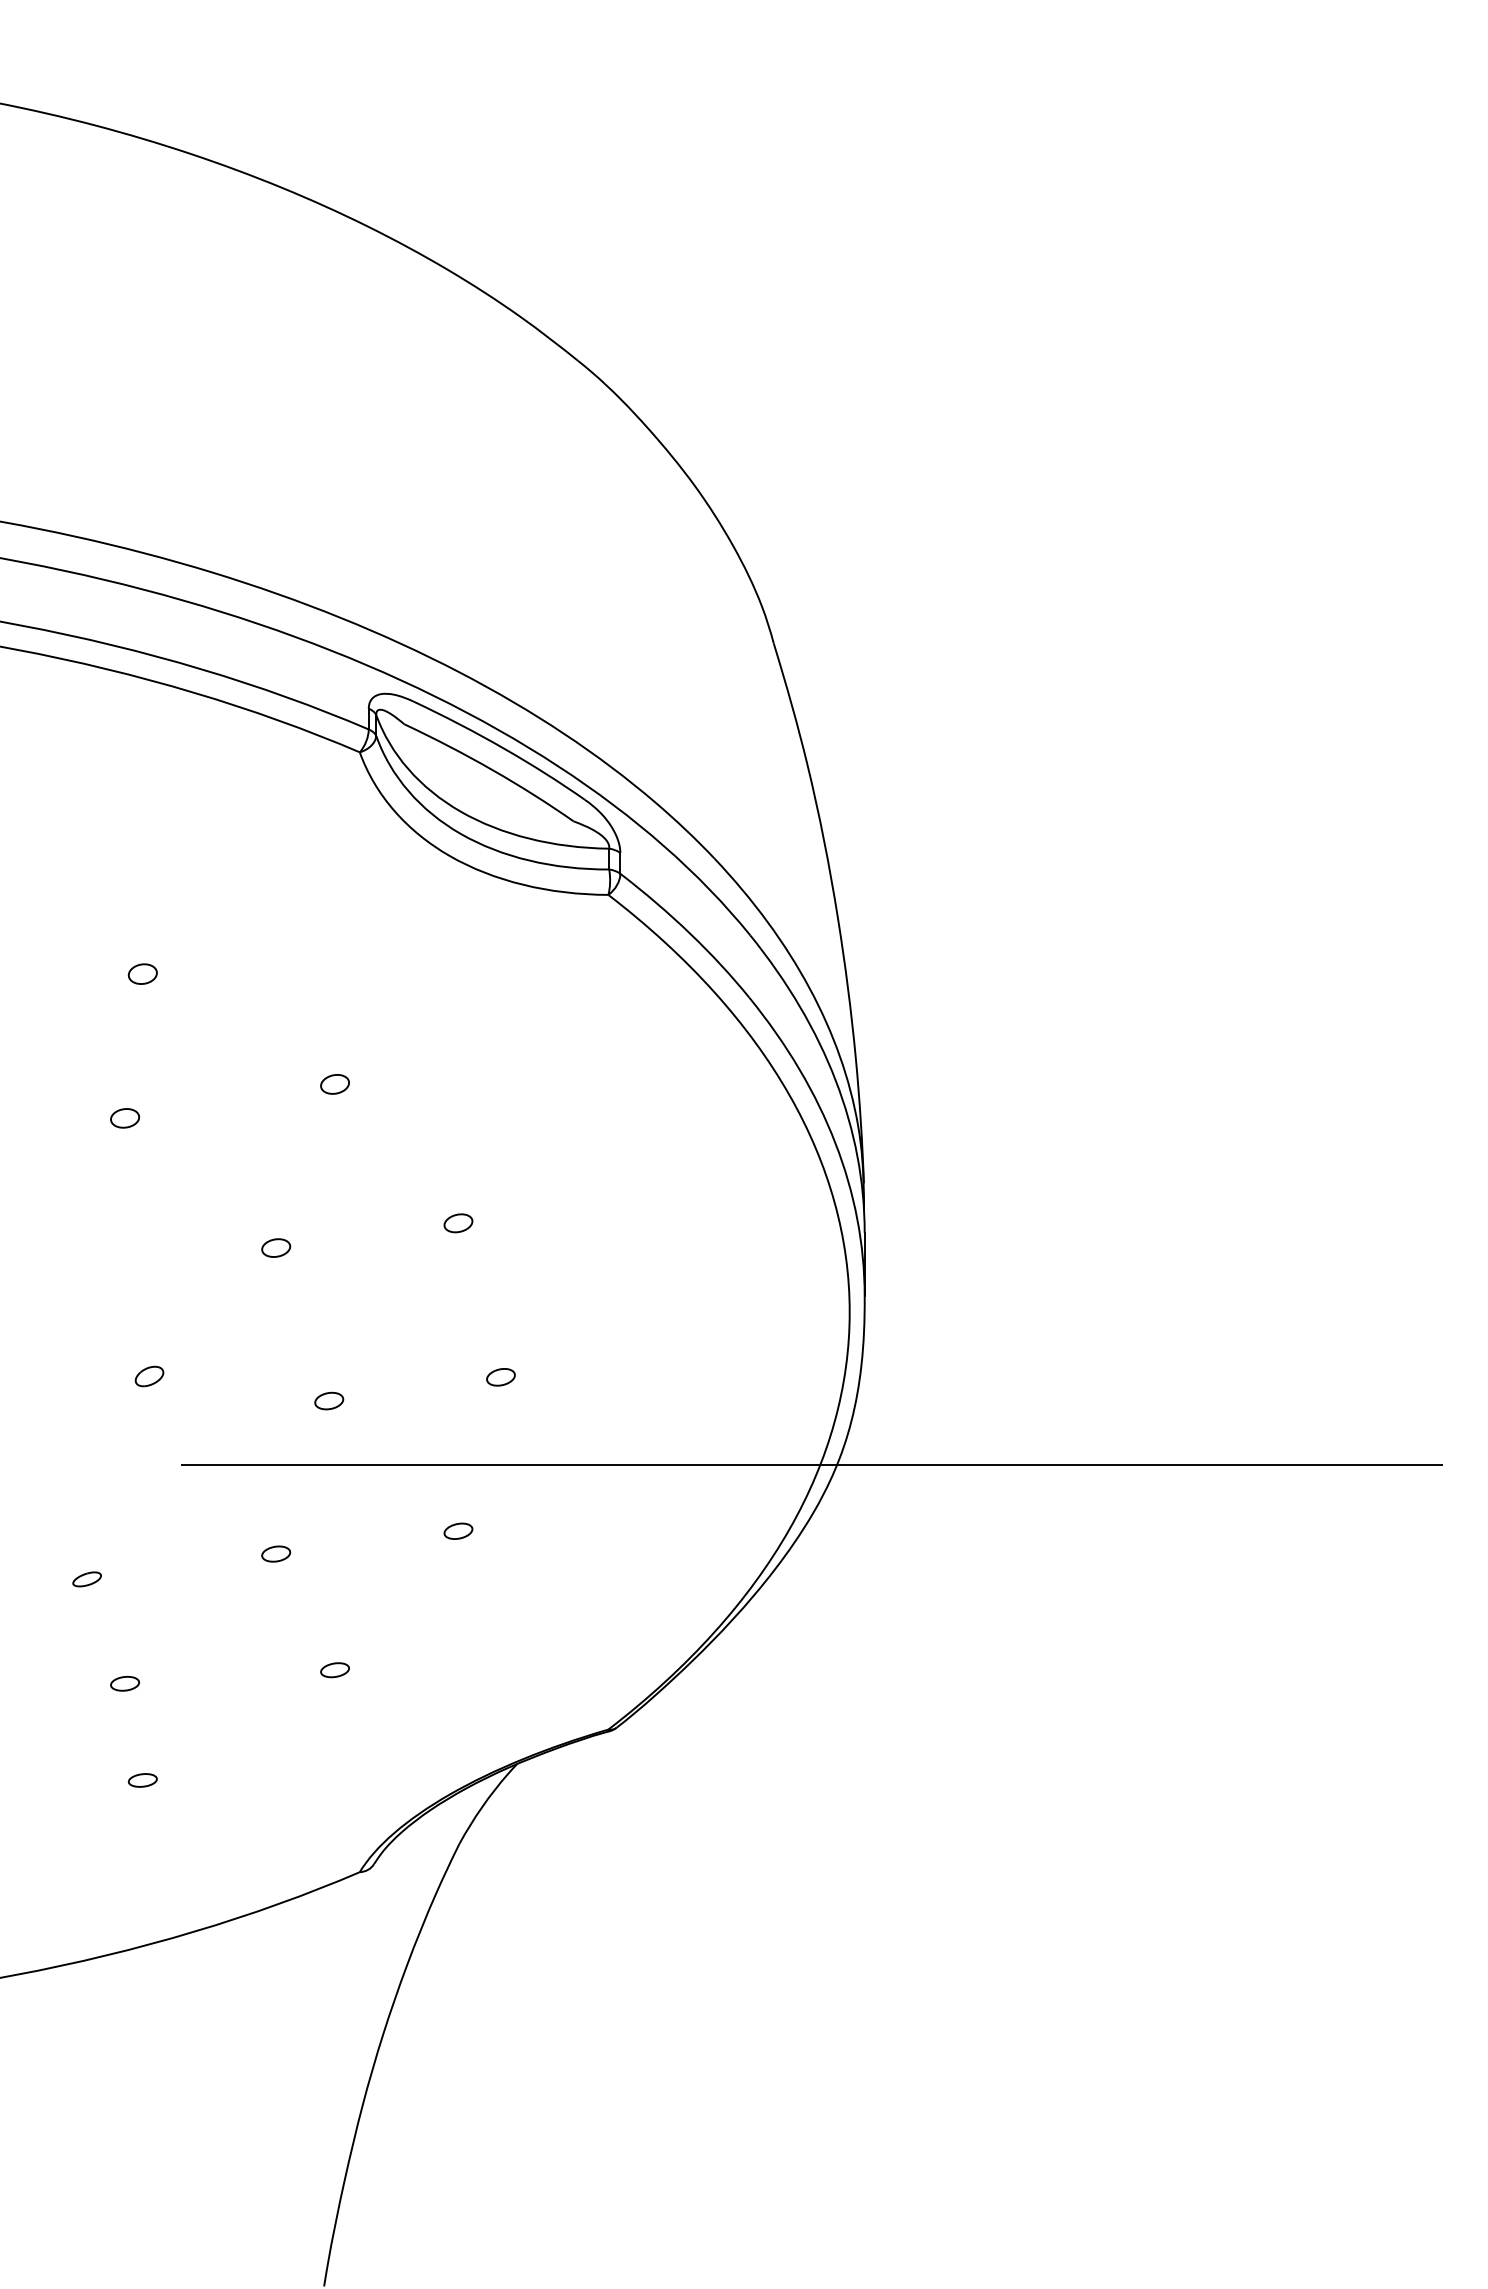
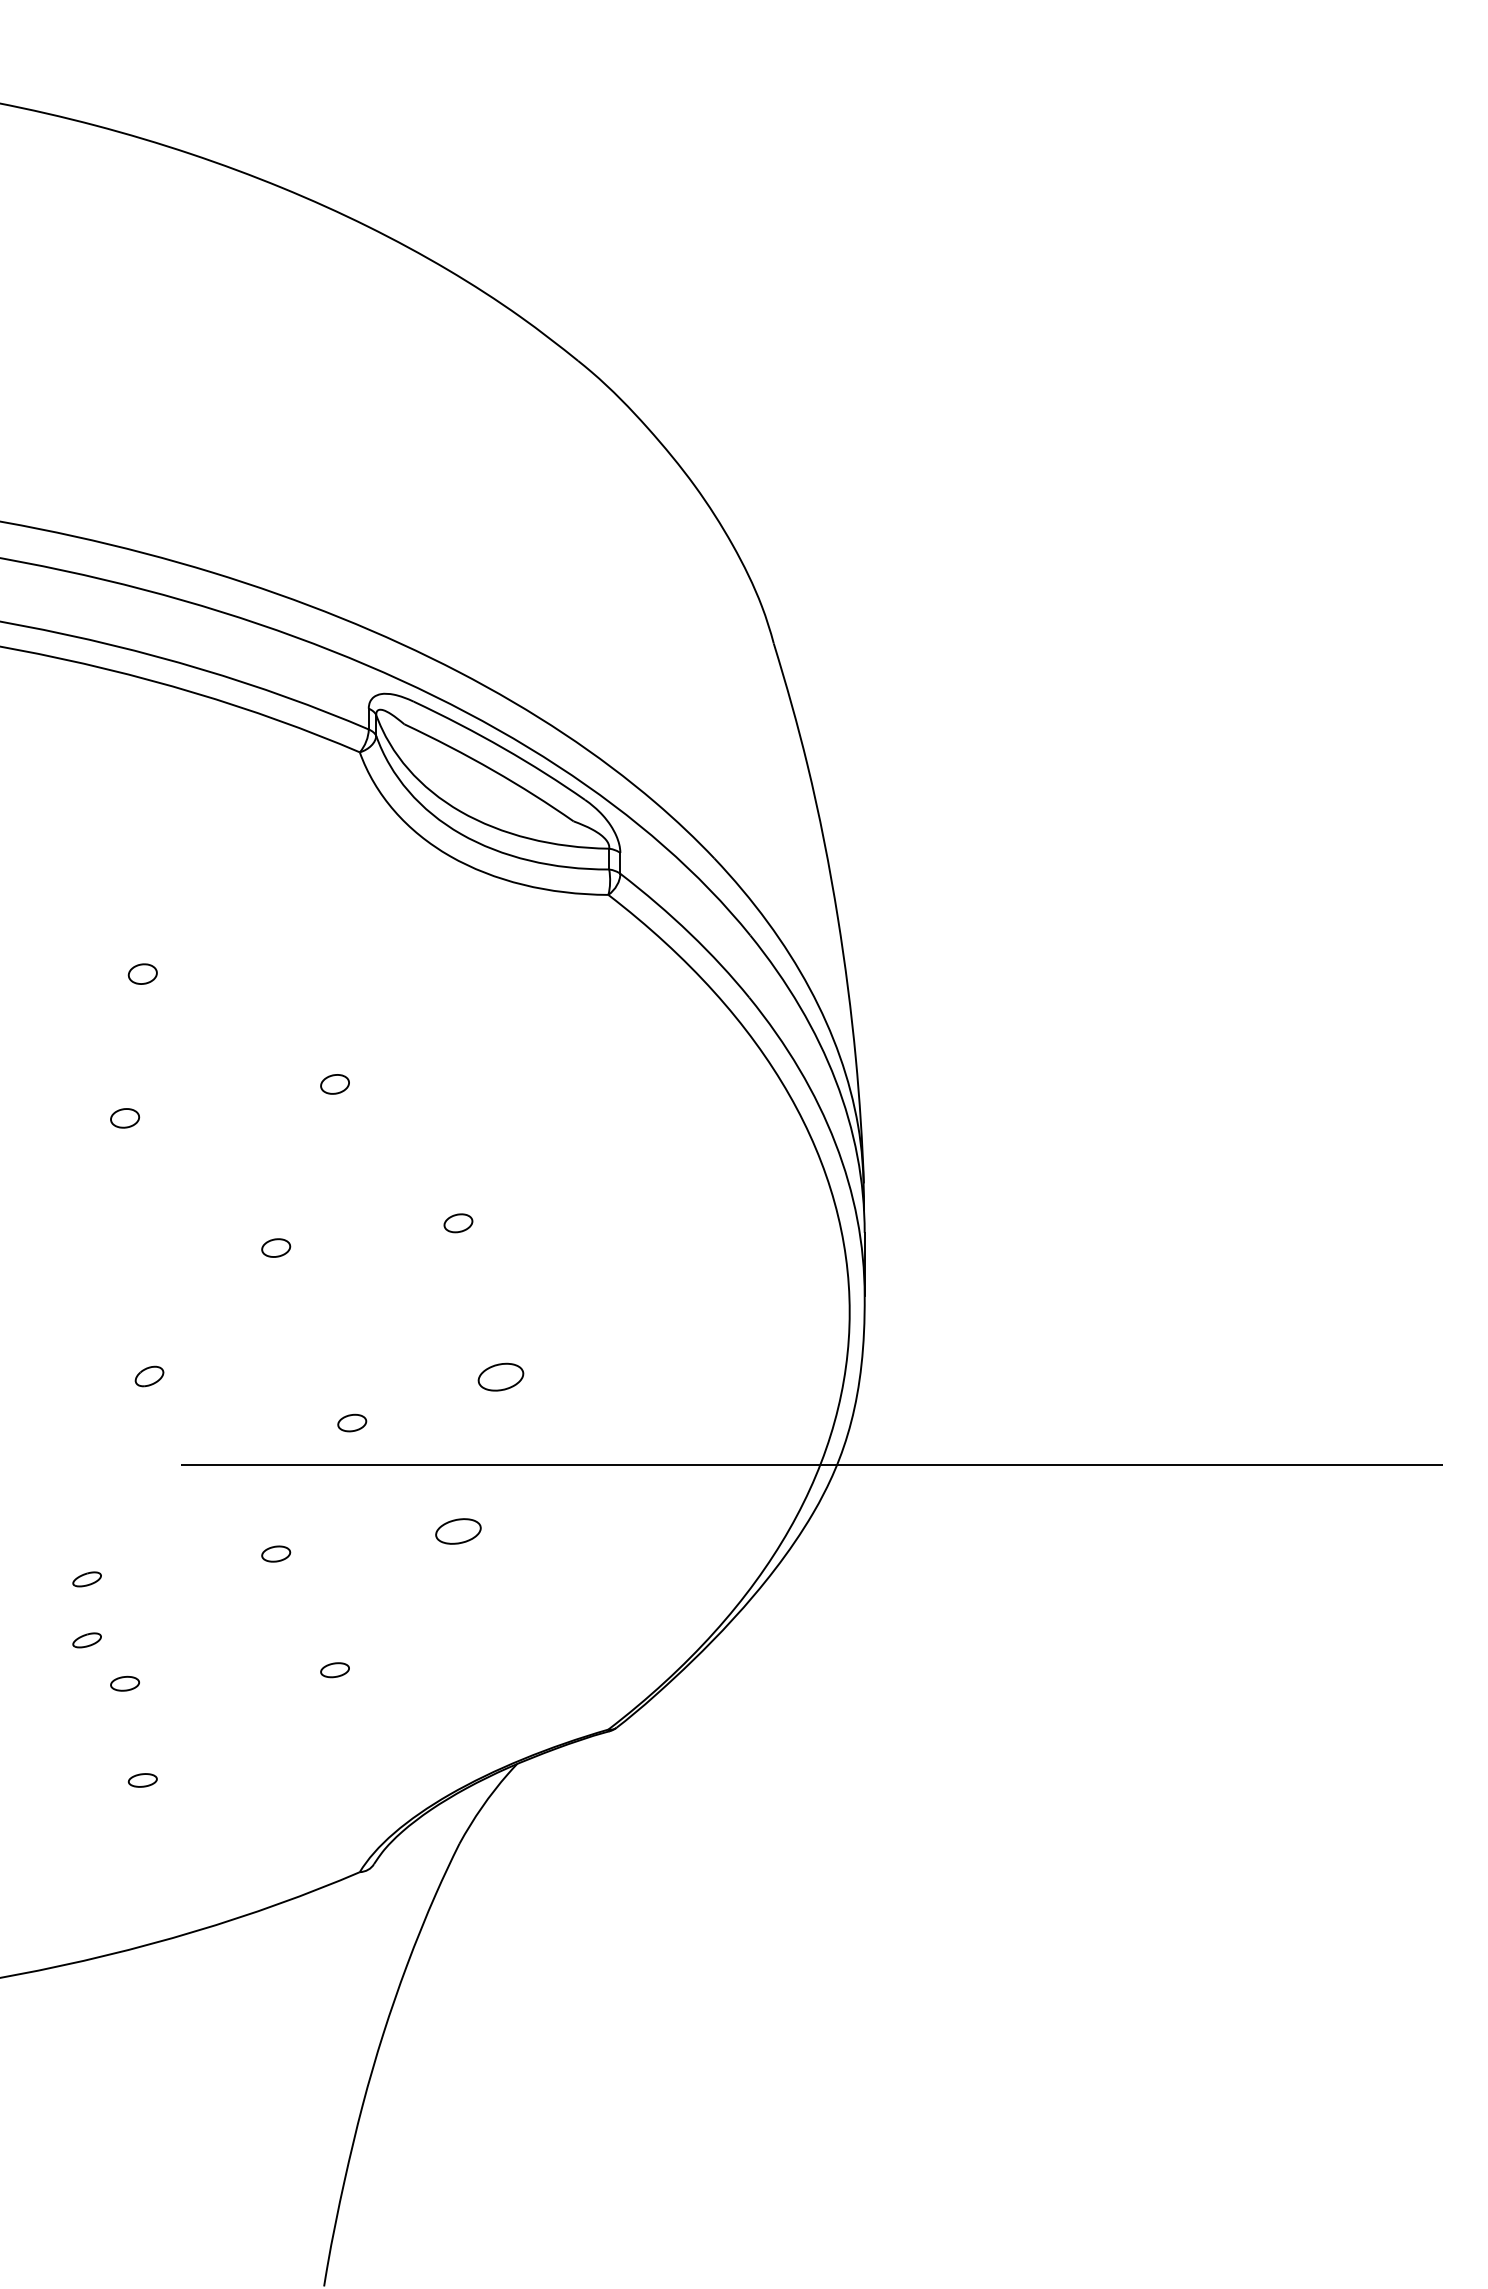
part at (500, 1377) size: 30x19 px -> 48x30 px
part at (329, 1400) position: (329, 1400) -> (352, 1422)
part at (458, 1530) size: 31x18 px -> 47x27 px
part at (86, 1640): none -> present
